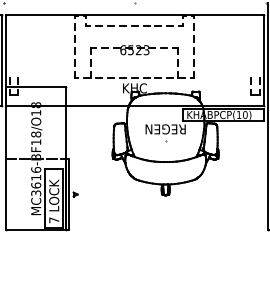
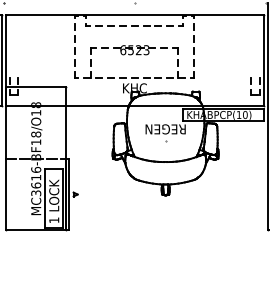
text at (54, 220): 7 -> 1
